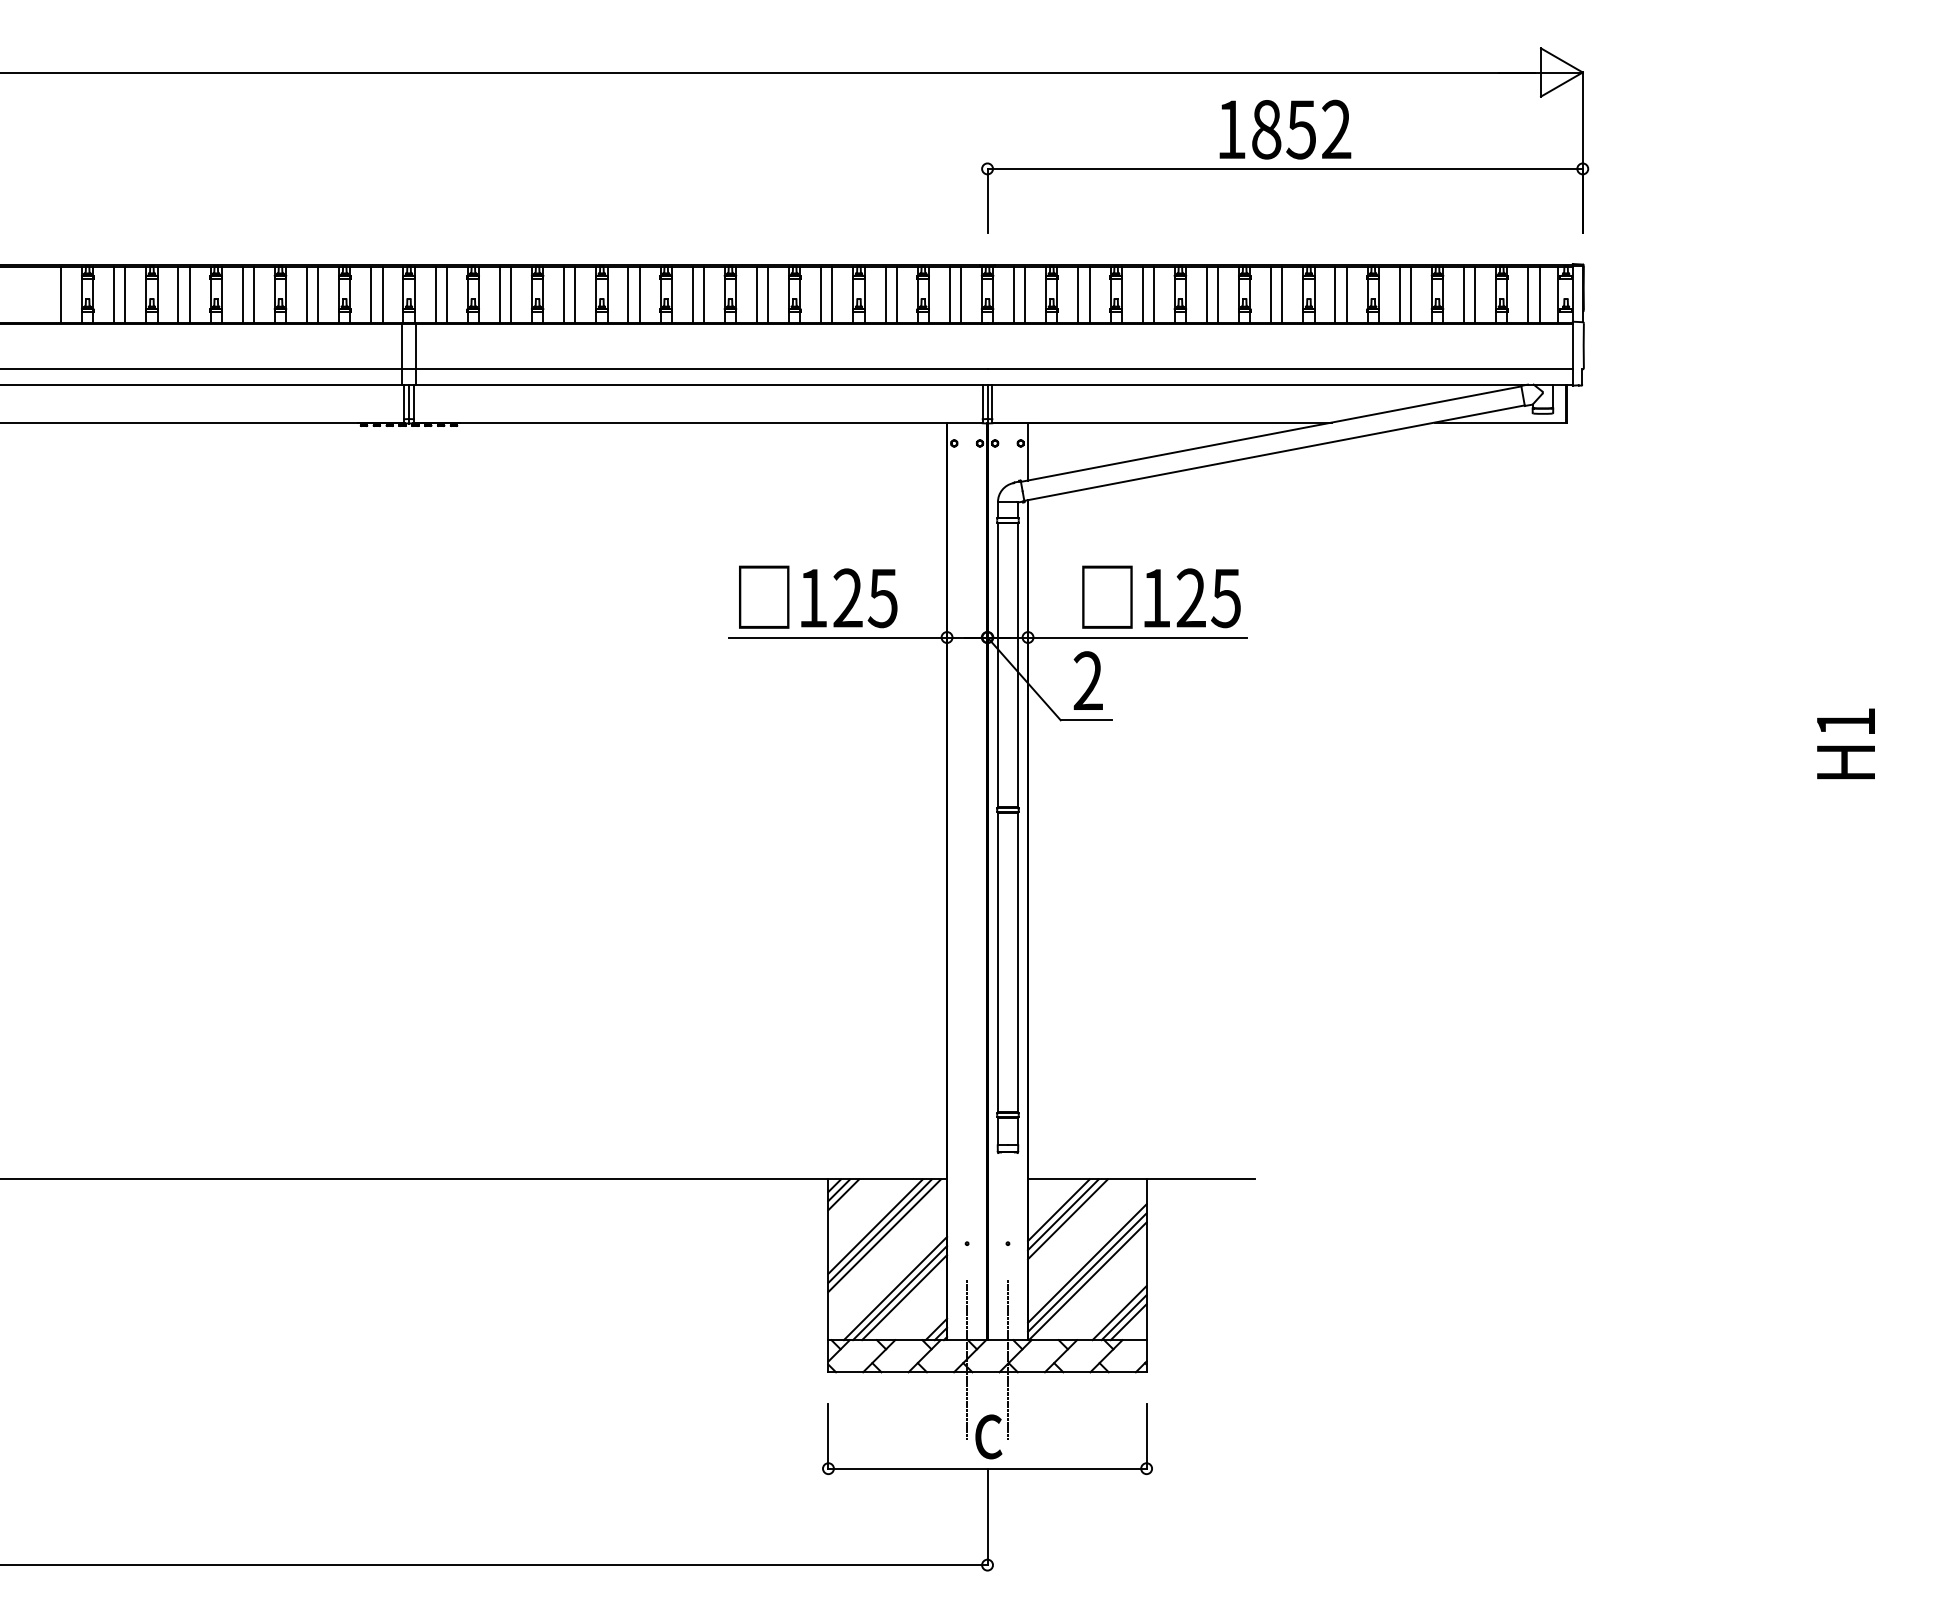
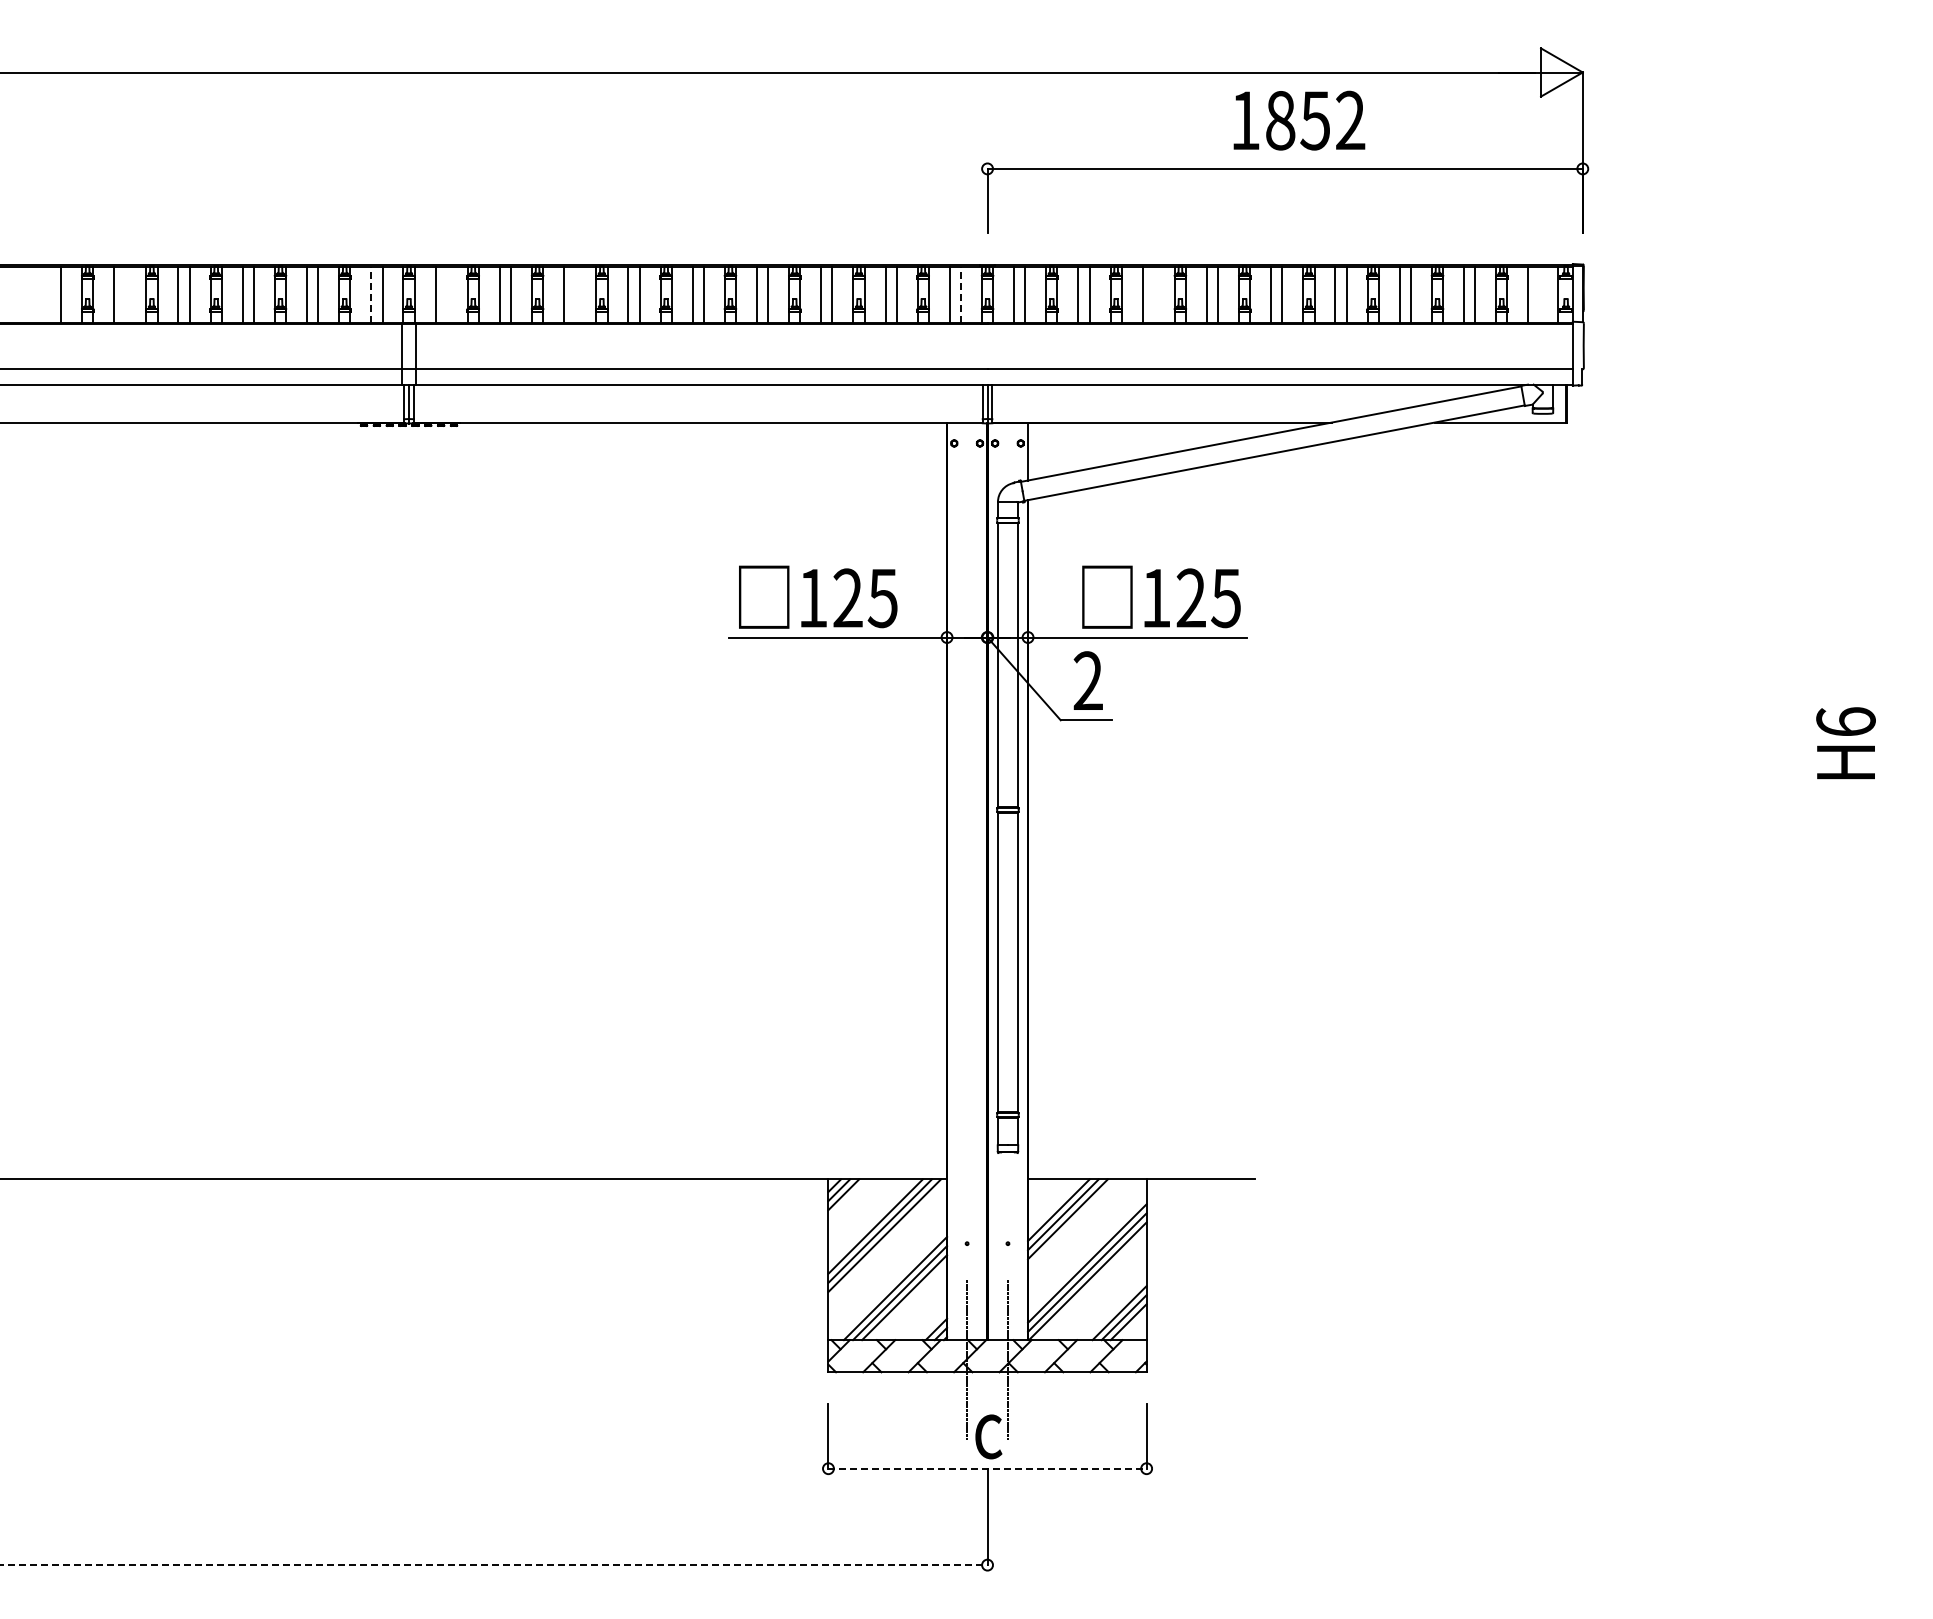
text at (1285, 129) position: (1285, 129) -> (1299, 120)
line at (125, 294): present -> none
line at (371, 294): solid -> dashed
line at (446, 294): present -> none
line at (575, 294): present -> none
line at (961, 294): solid -> dashed
line at (1153, 294): present -> none
line at (1539, 294): present -> none
text at (1845, 721): H1 -> H6
line at (988, 1468): solid -> dashed
line at (494, 1565): solid -> dashed
